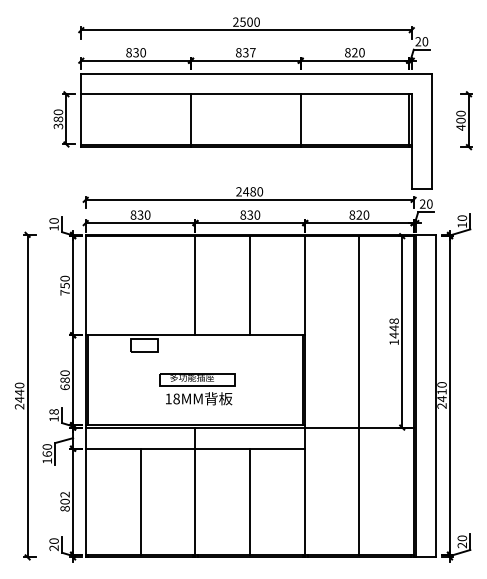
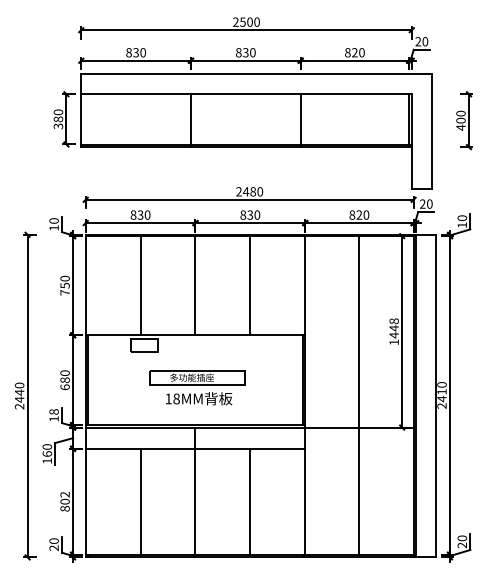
text at (252, 52): 837 -> 830
line at (140, 285): none -> present
part at (197, 389) size: 77x33 px -> 97x36 px
